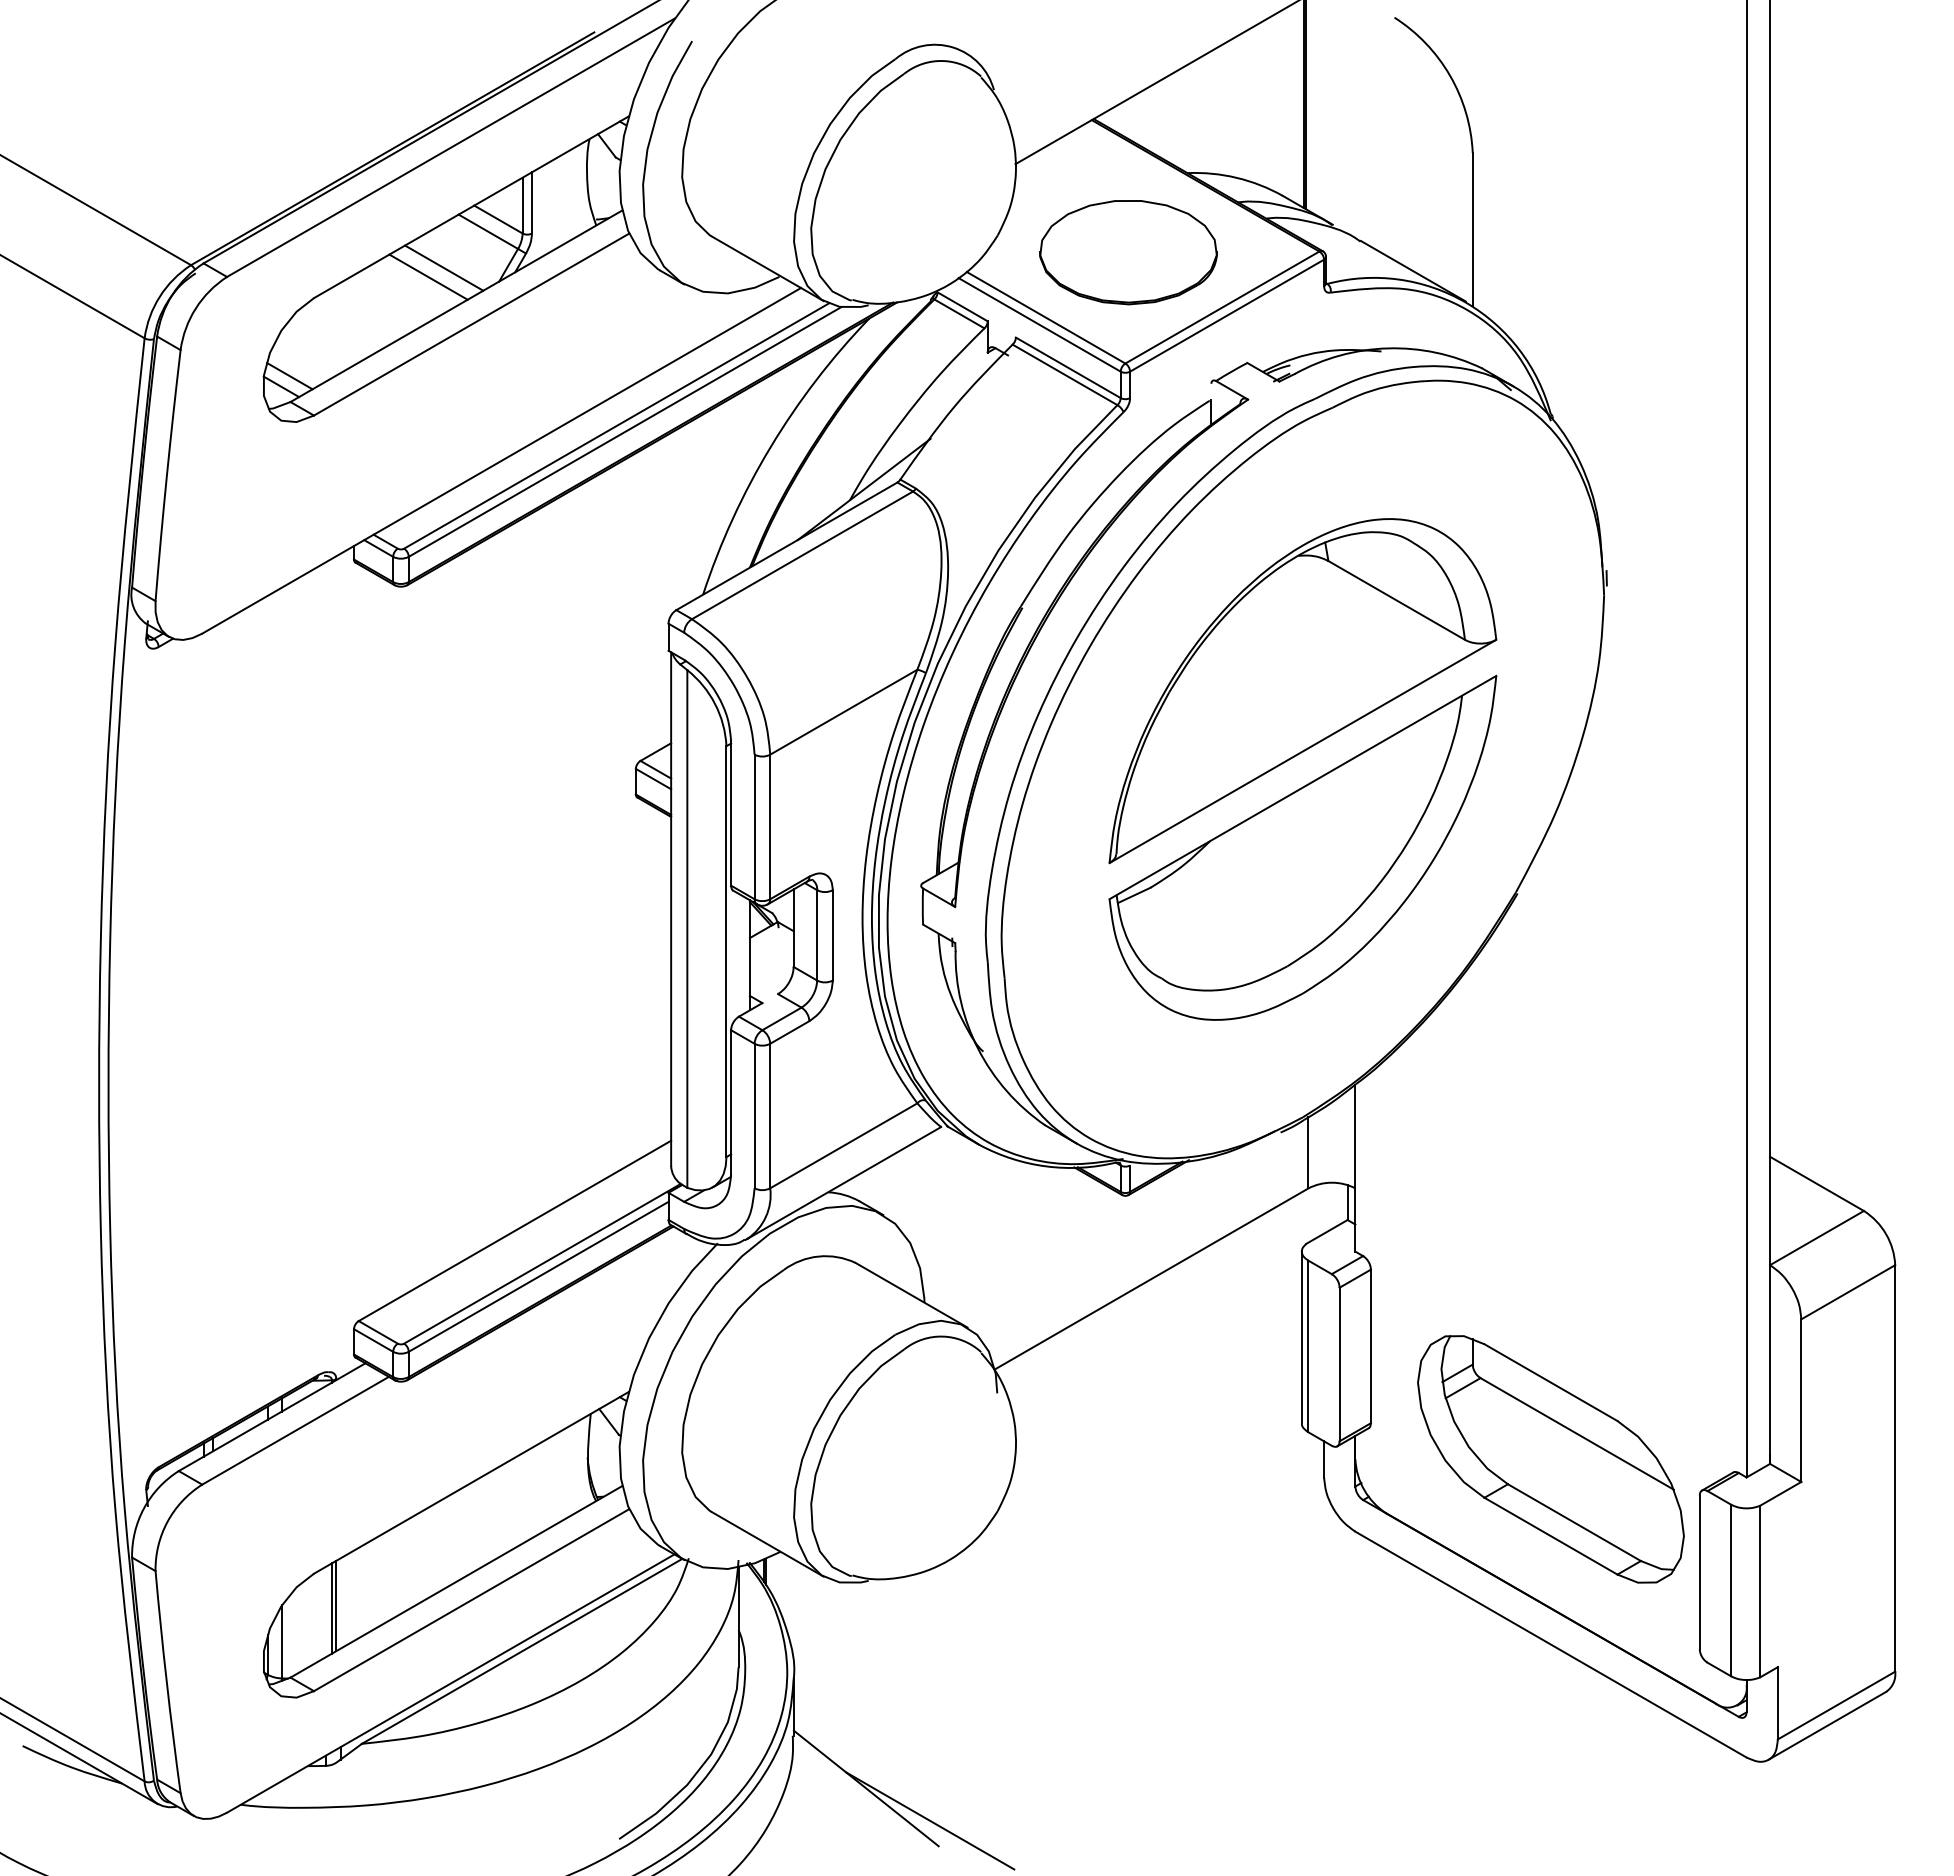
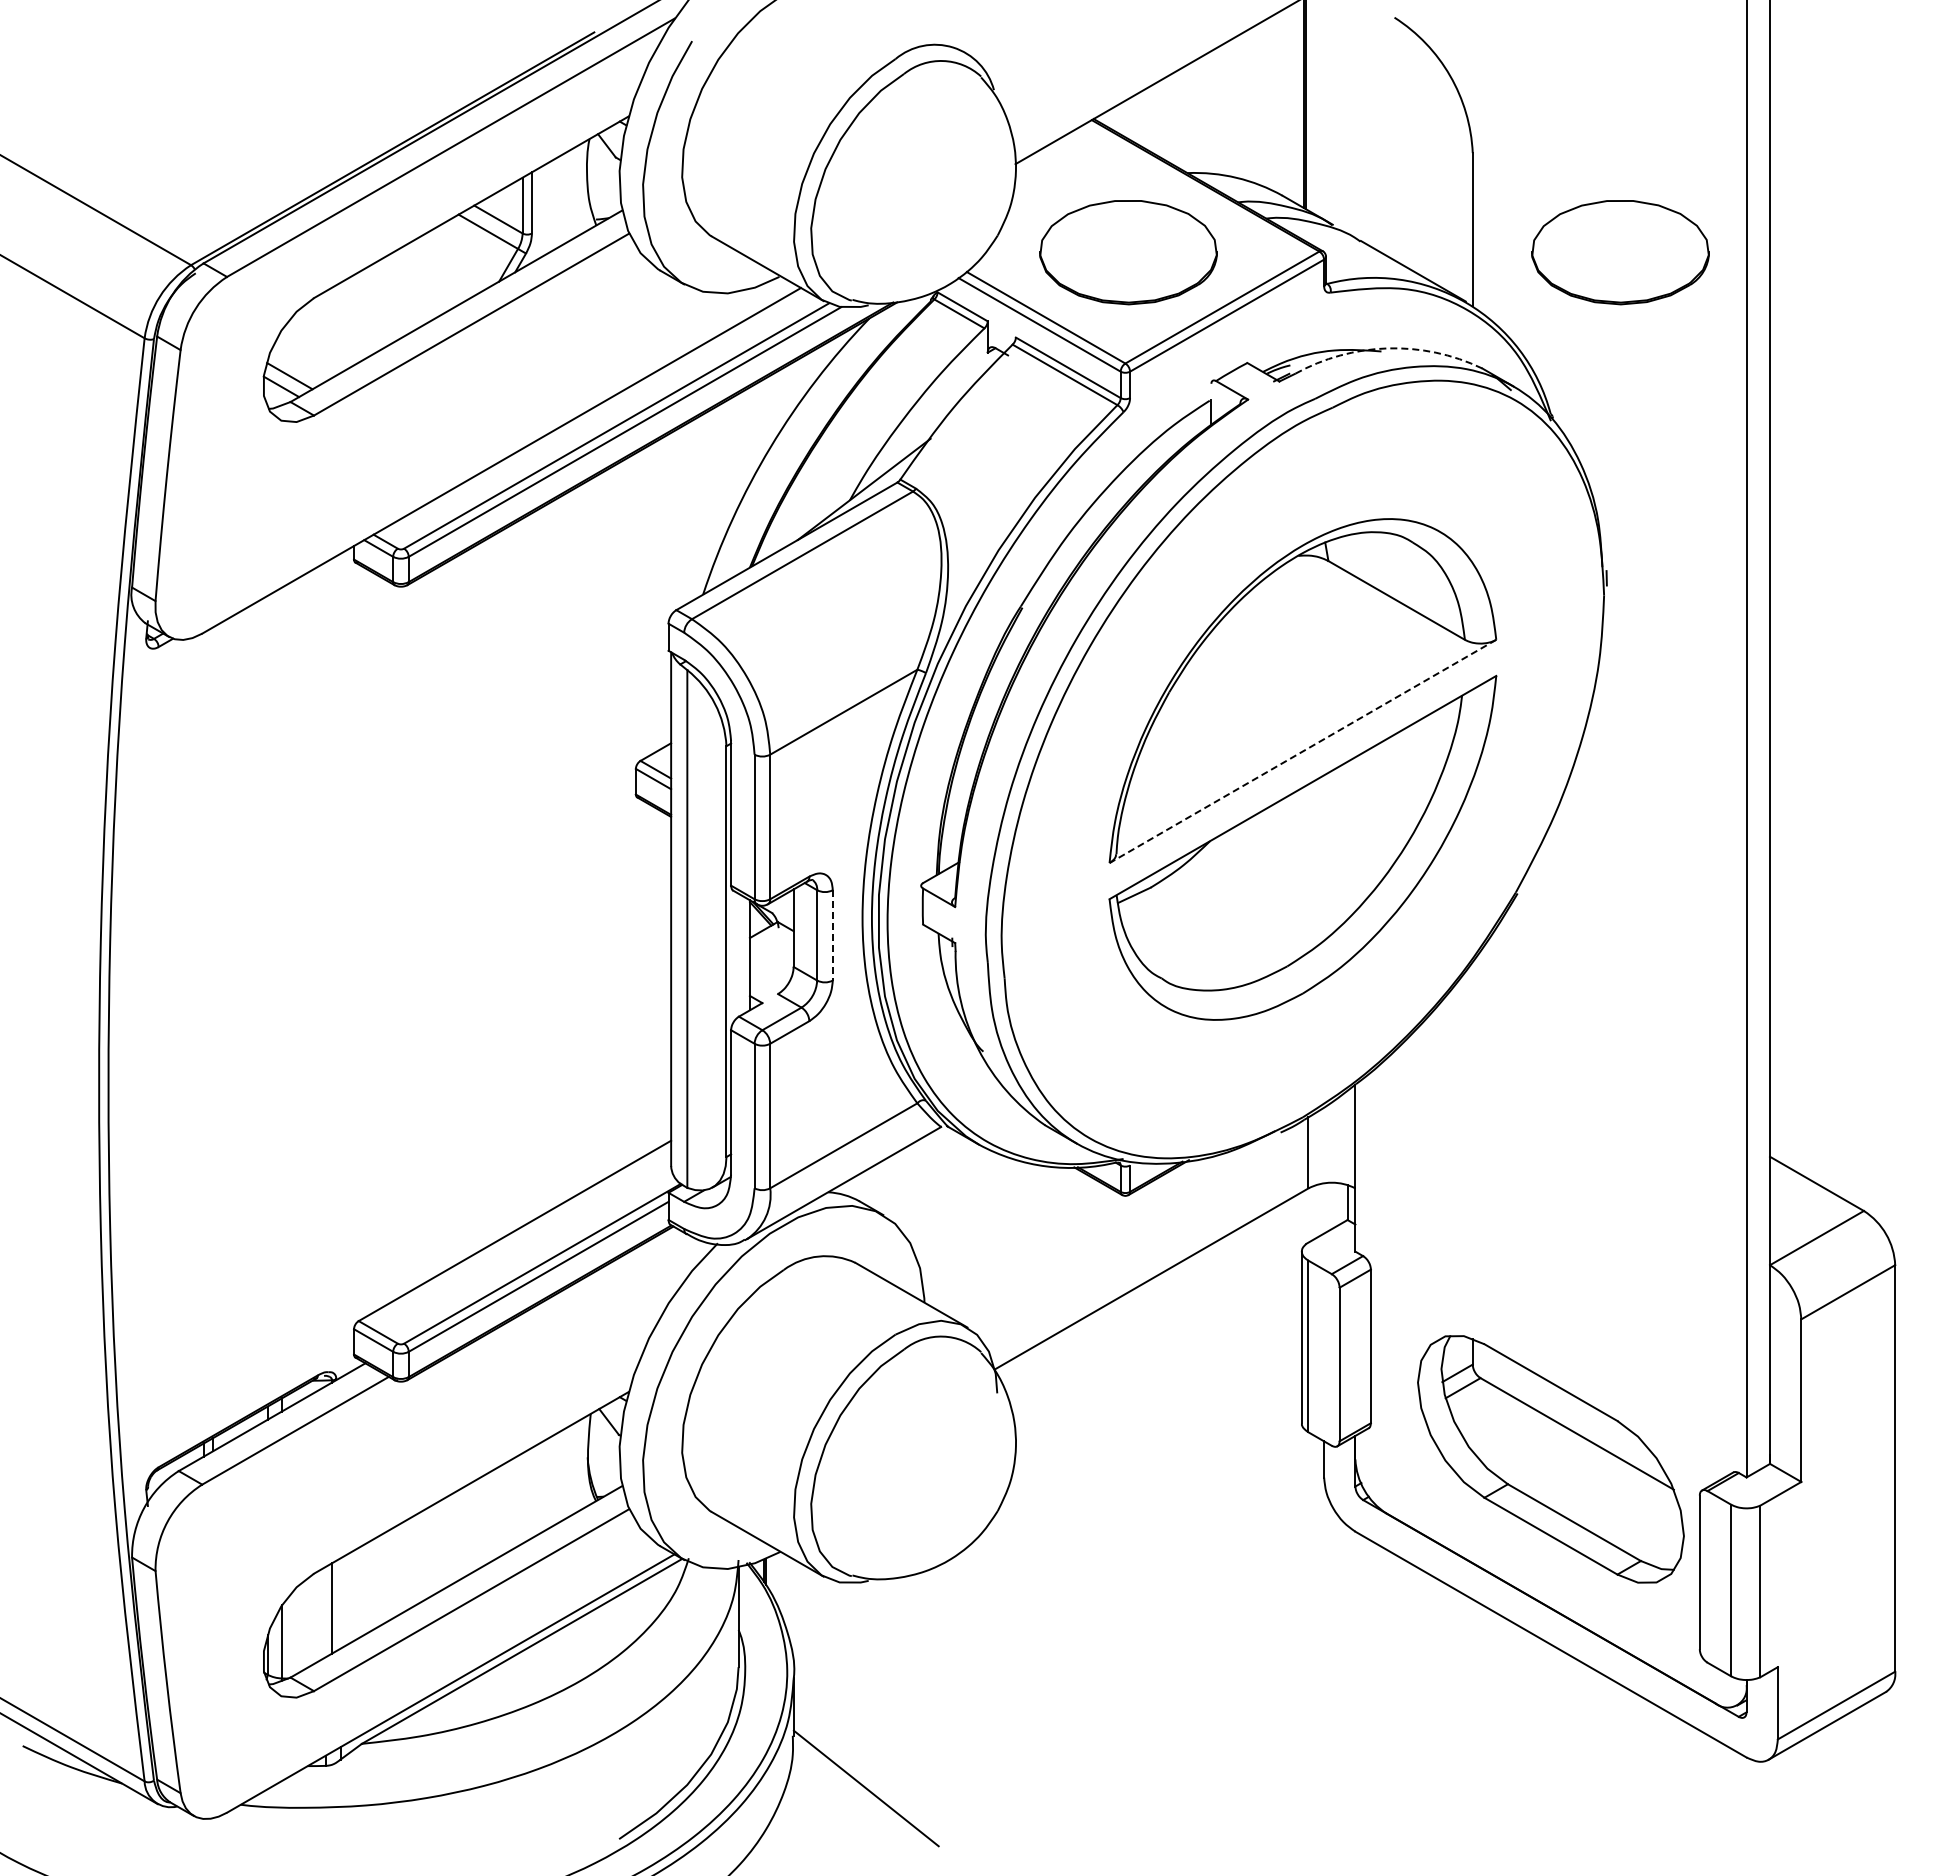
part at (1620, 252): none -> present
line at (444, 267): present -> none
line at (428, 276): present -> none
arc at (1387, 348): solid -> dashed
line at (1302, 751): solid -> dashed
line at (832, 935): solid -> dashed
line at (336, 1605): present -> none
line at (930, 1820): present -> none
